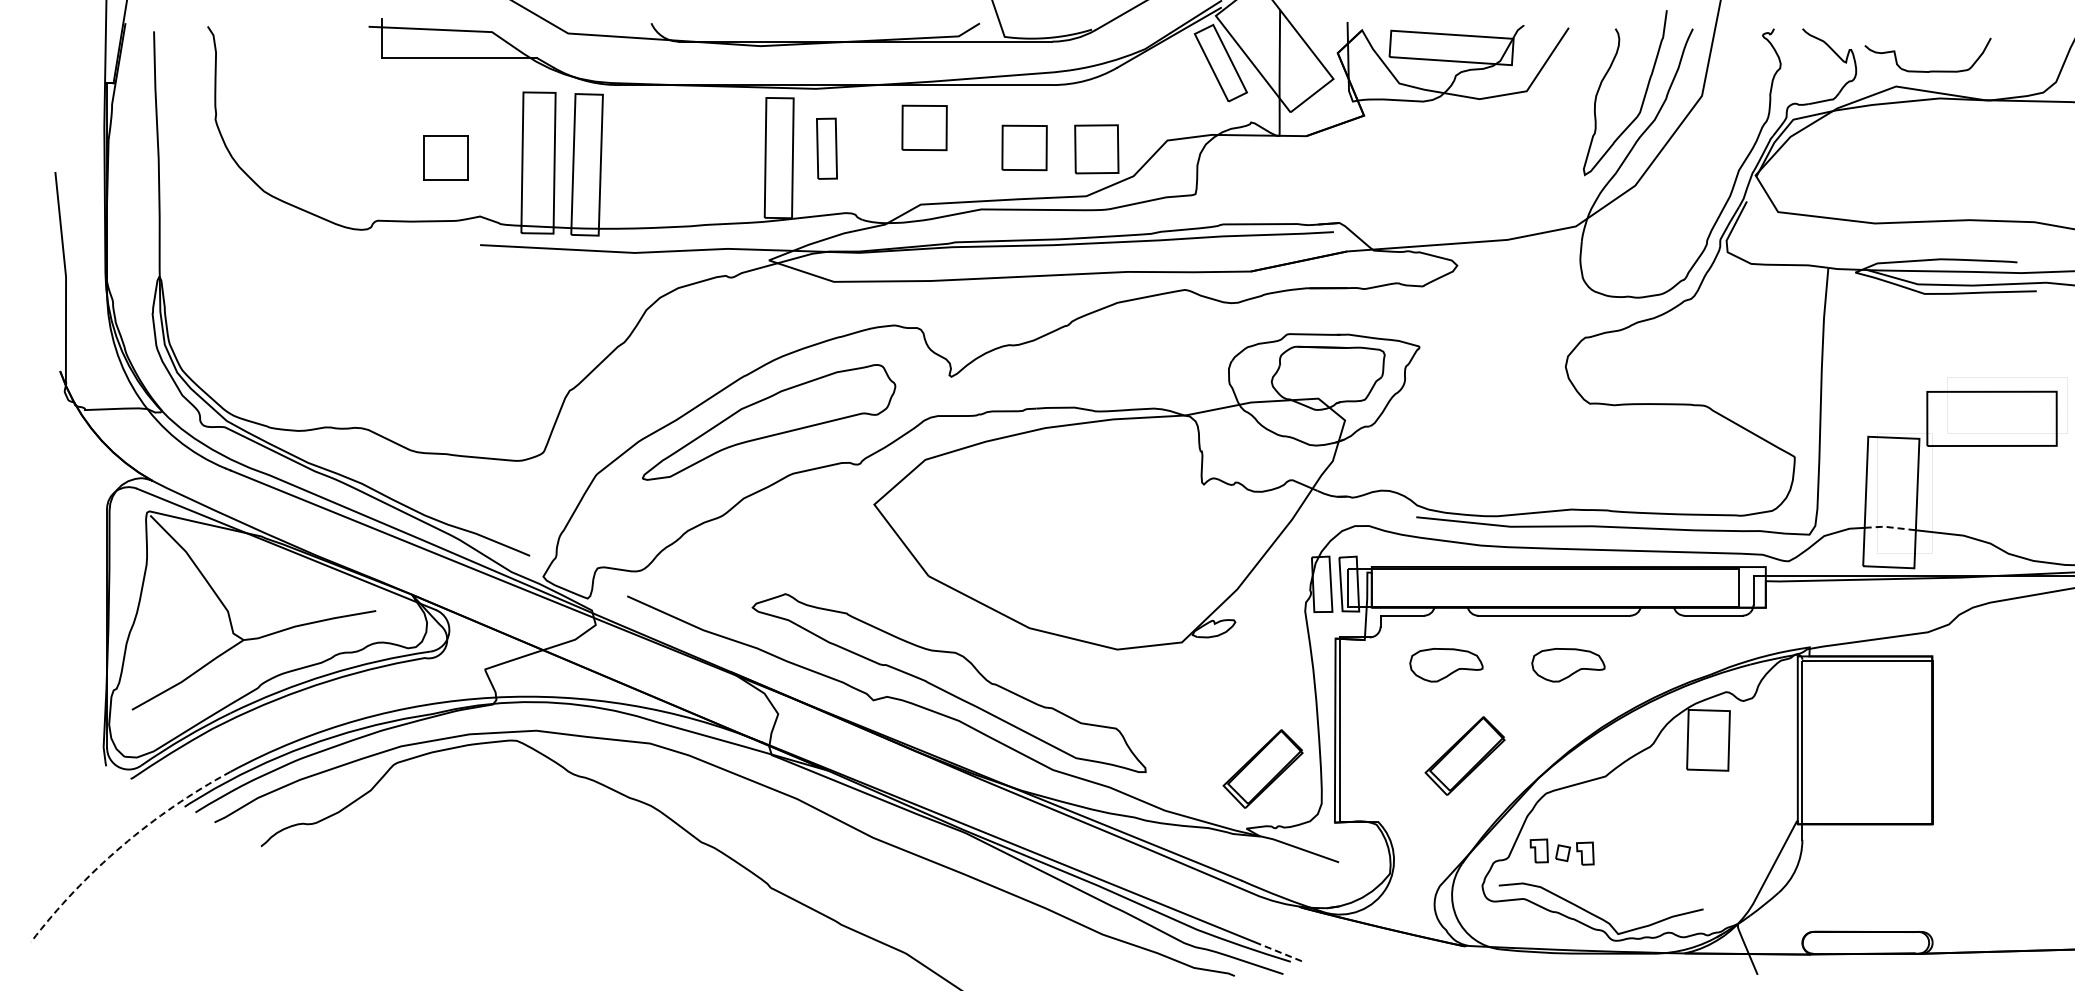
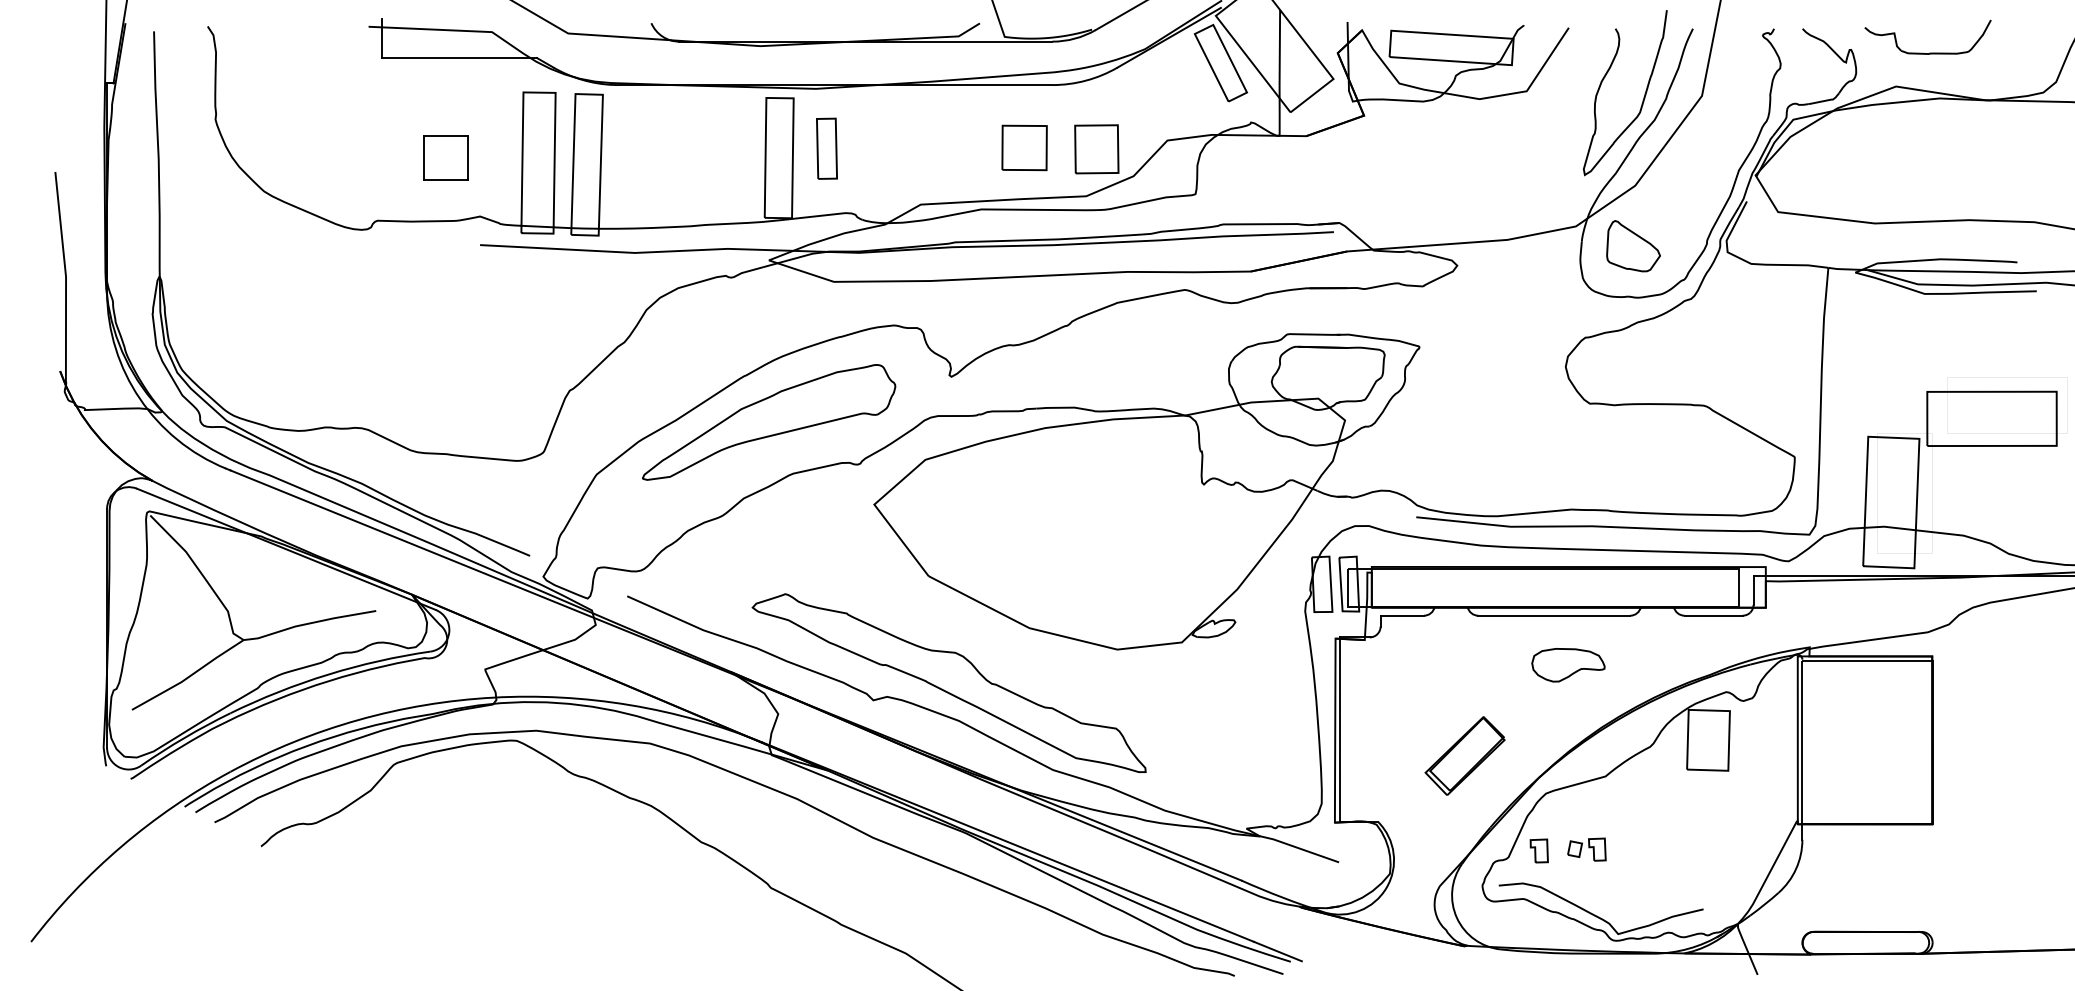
part at (1929, 70) position: (1929, 70) -> (1929, 52)
part at (924, 127): present -> none
part at (1633, 246): none -> present
line at (1890, 527): dashed -> solid
part at (1446, 665): present -> none
part at (1262, 768): present -> none
arc at (121, 846): dashed -> solid
part at (1574, 853) position: (1574, 853) -> (1586, 849)
line at (1277, 951): dashed -> solid
